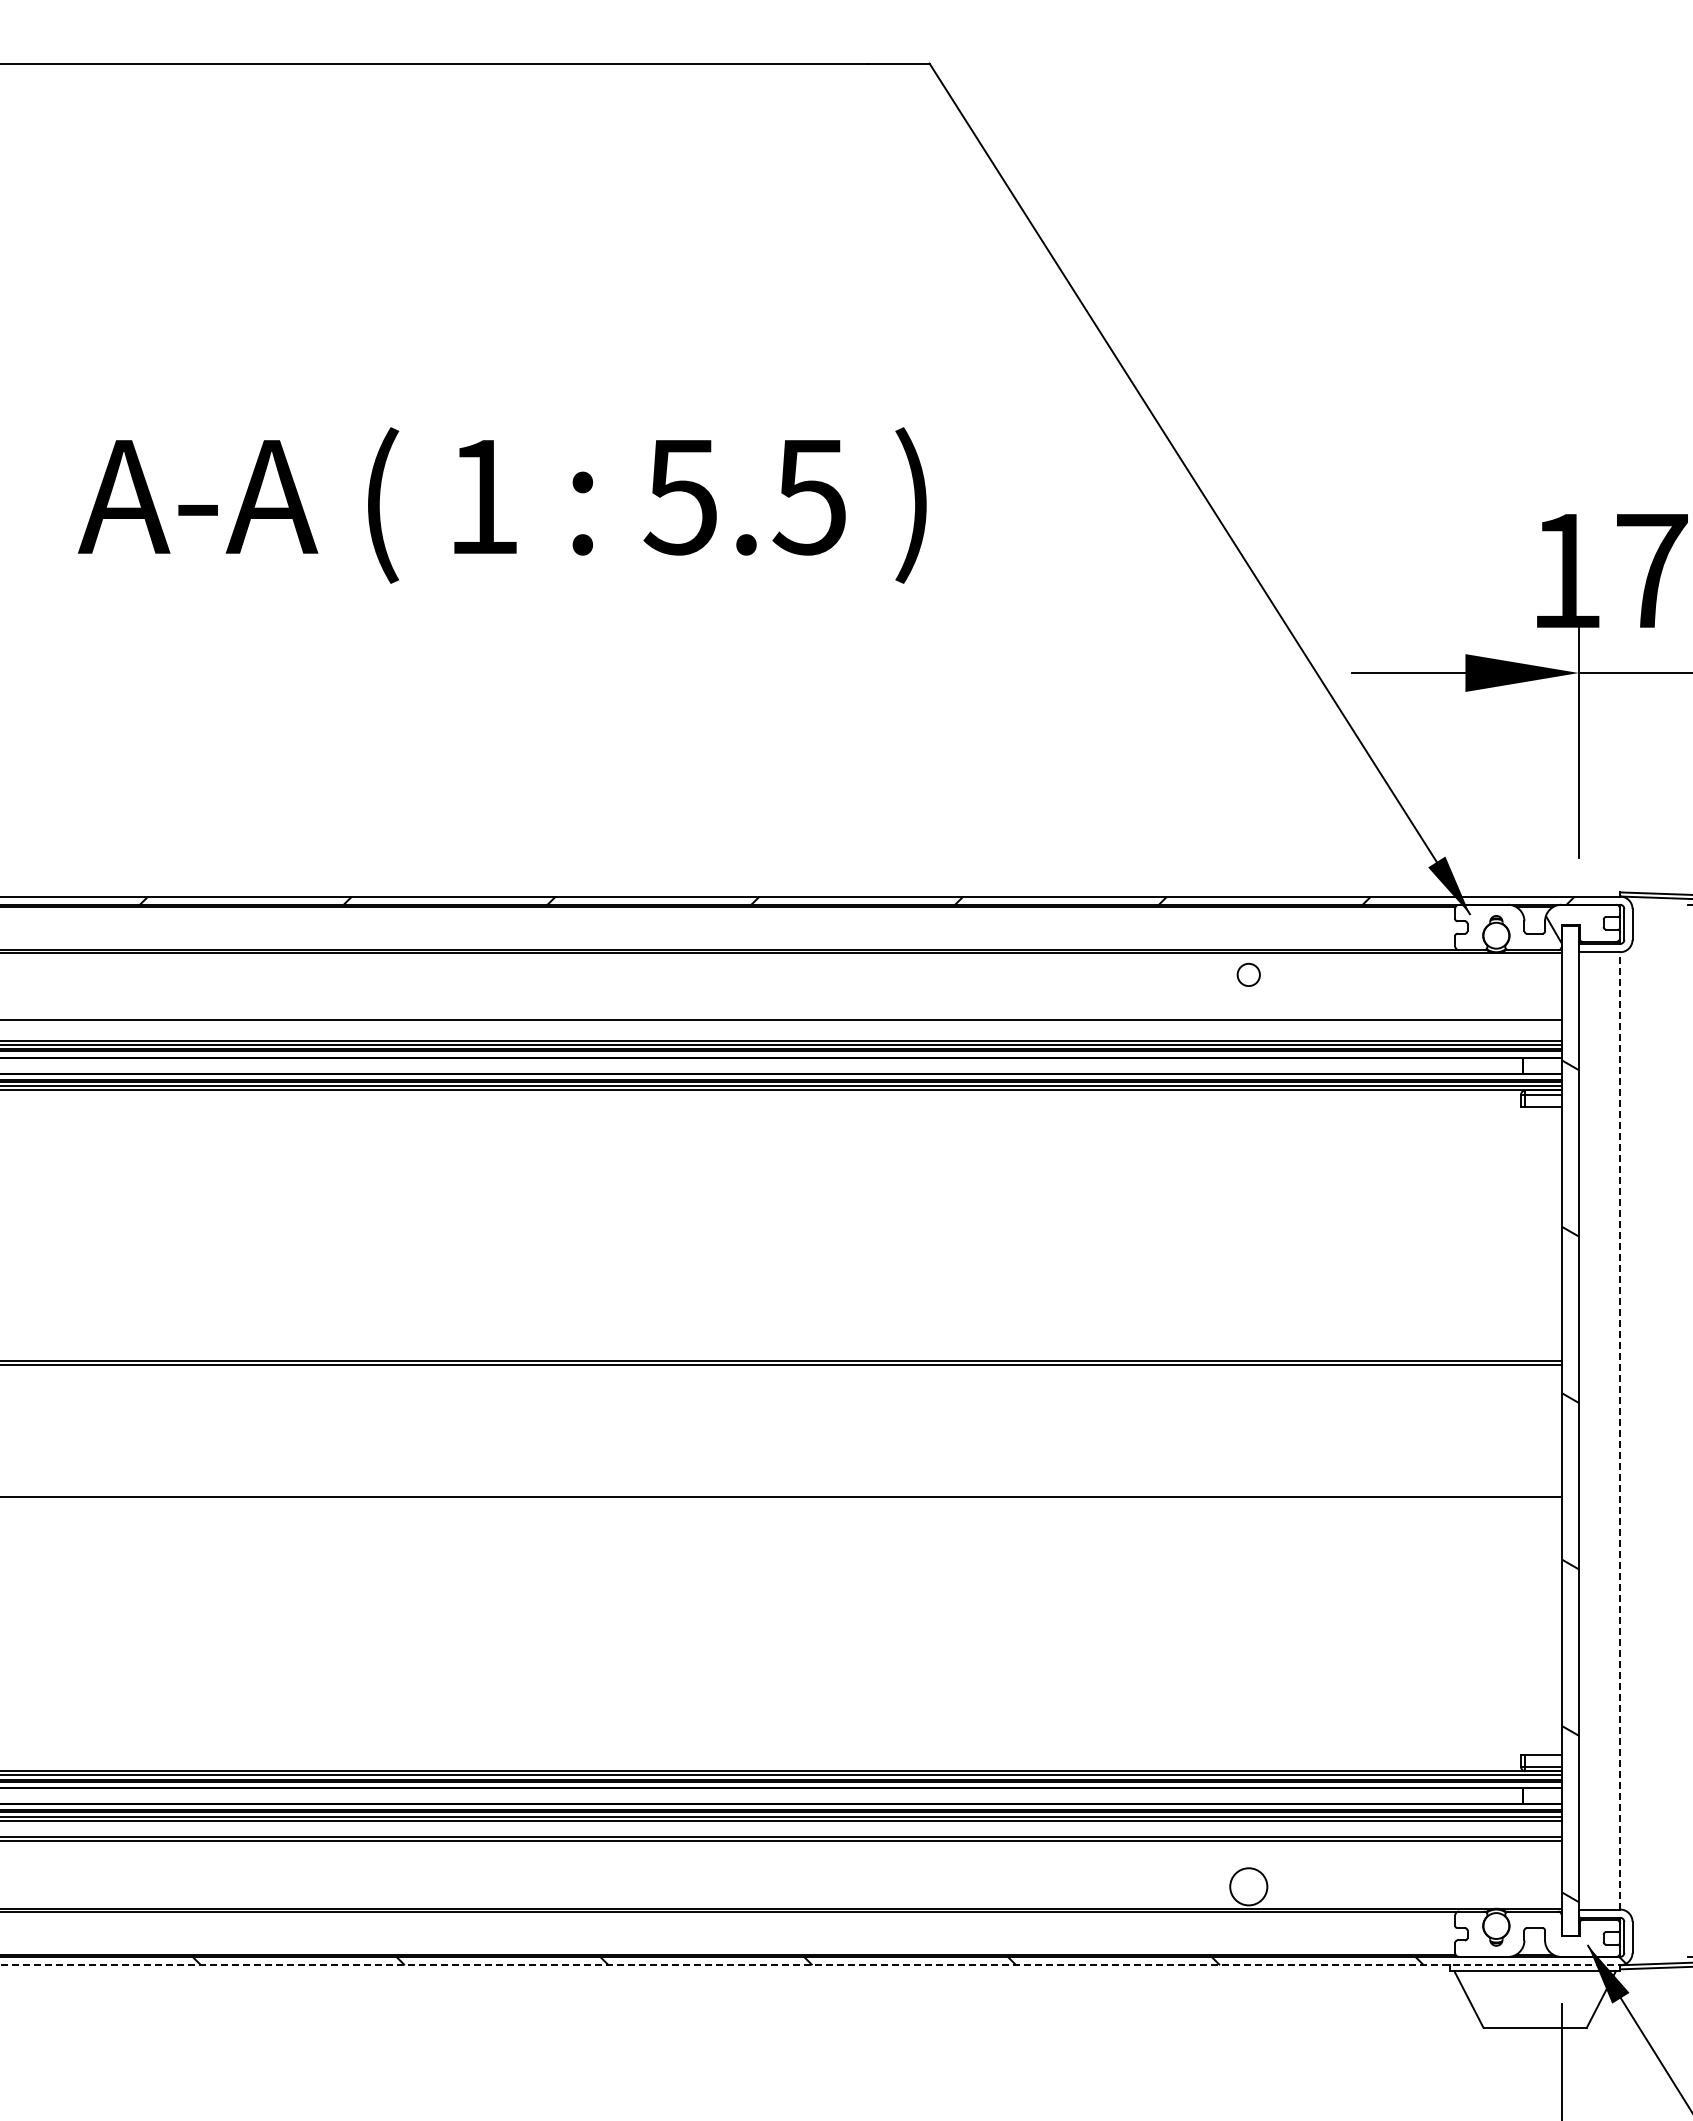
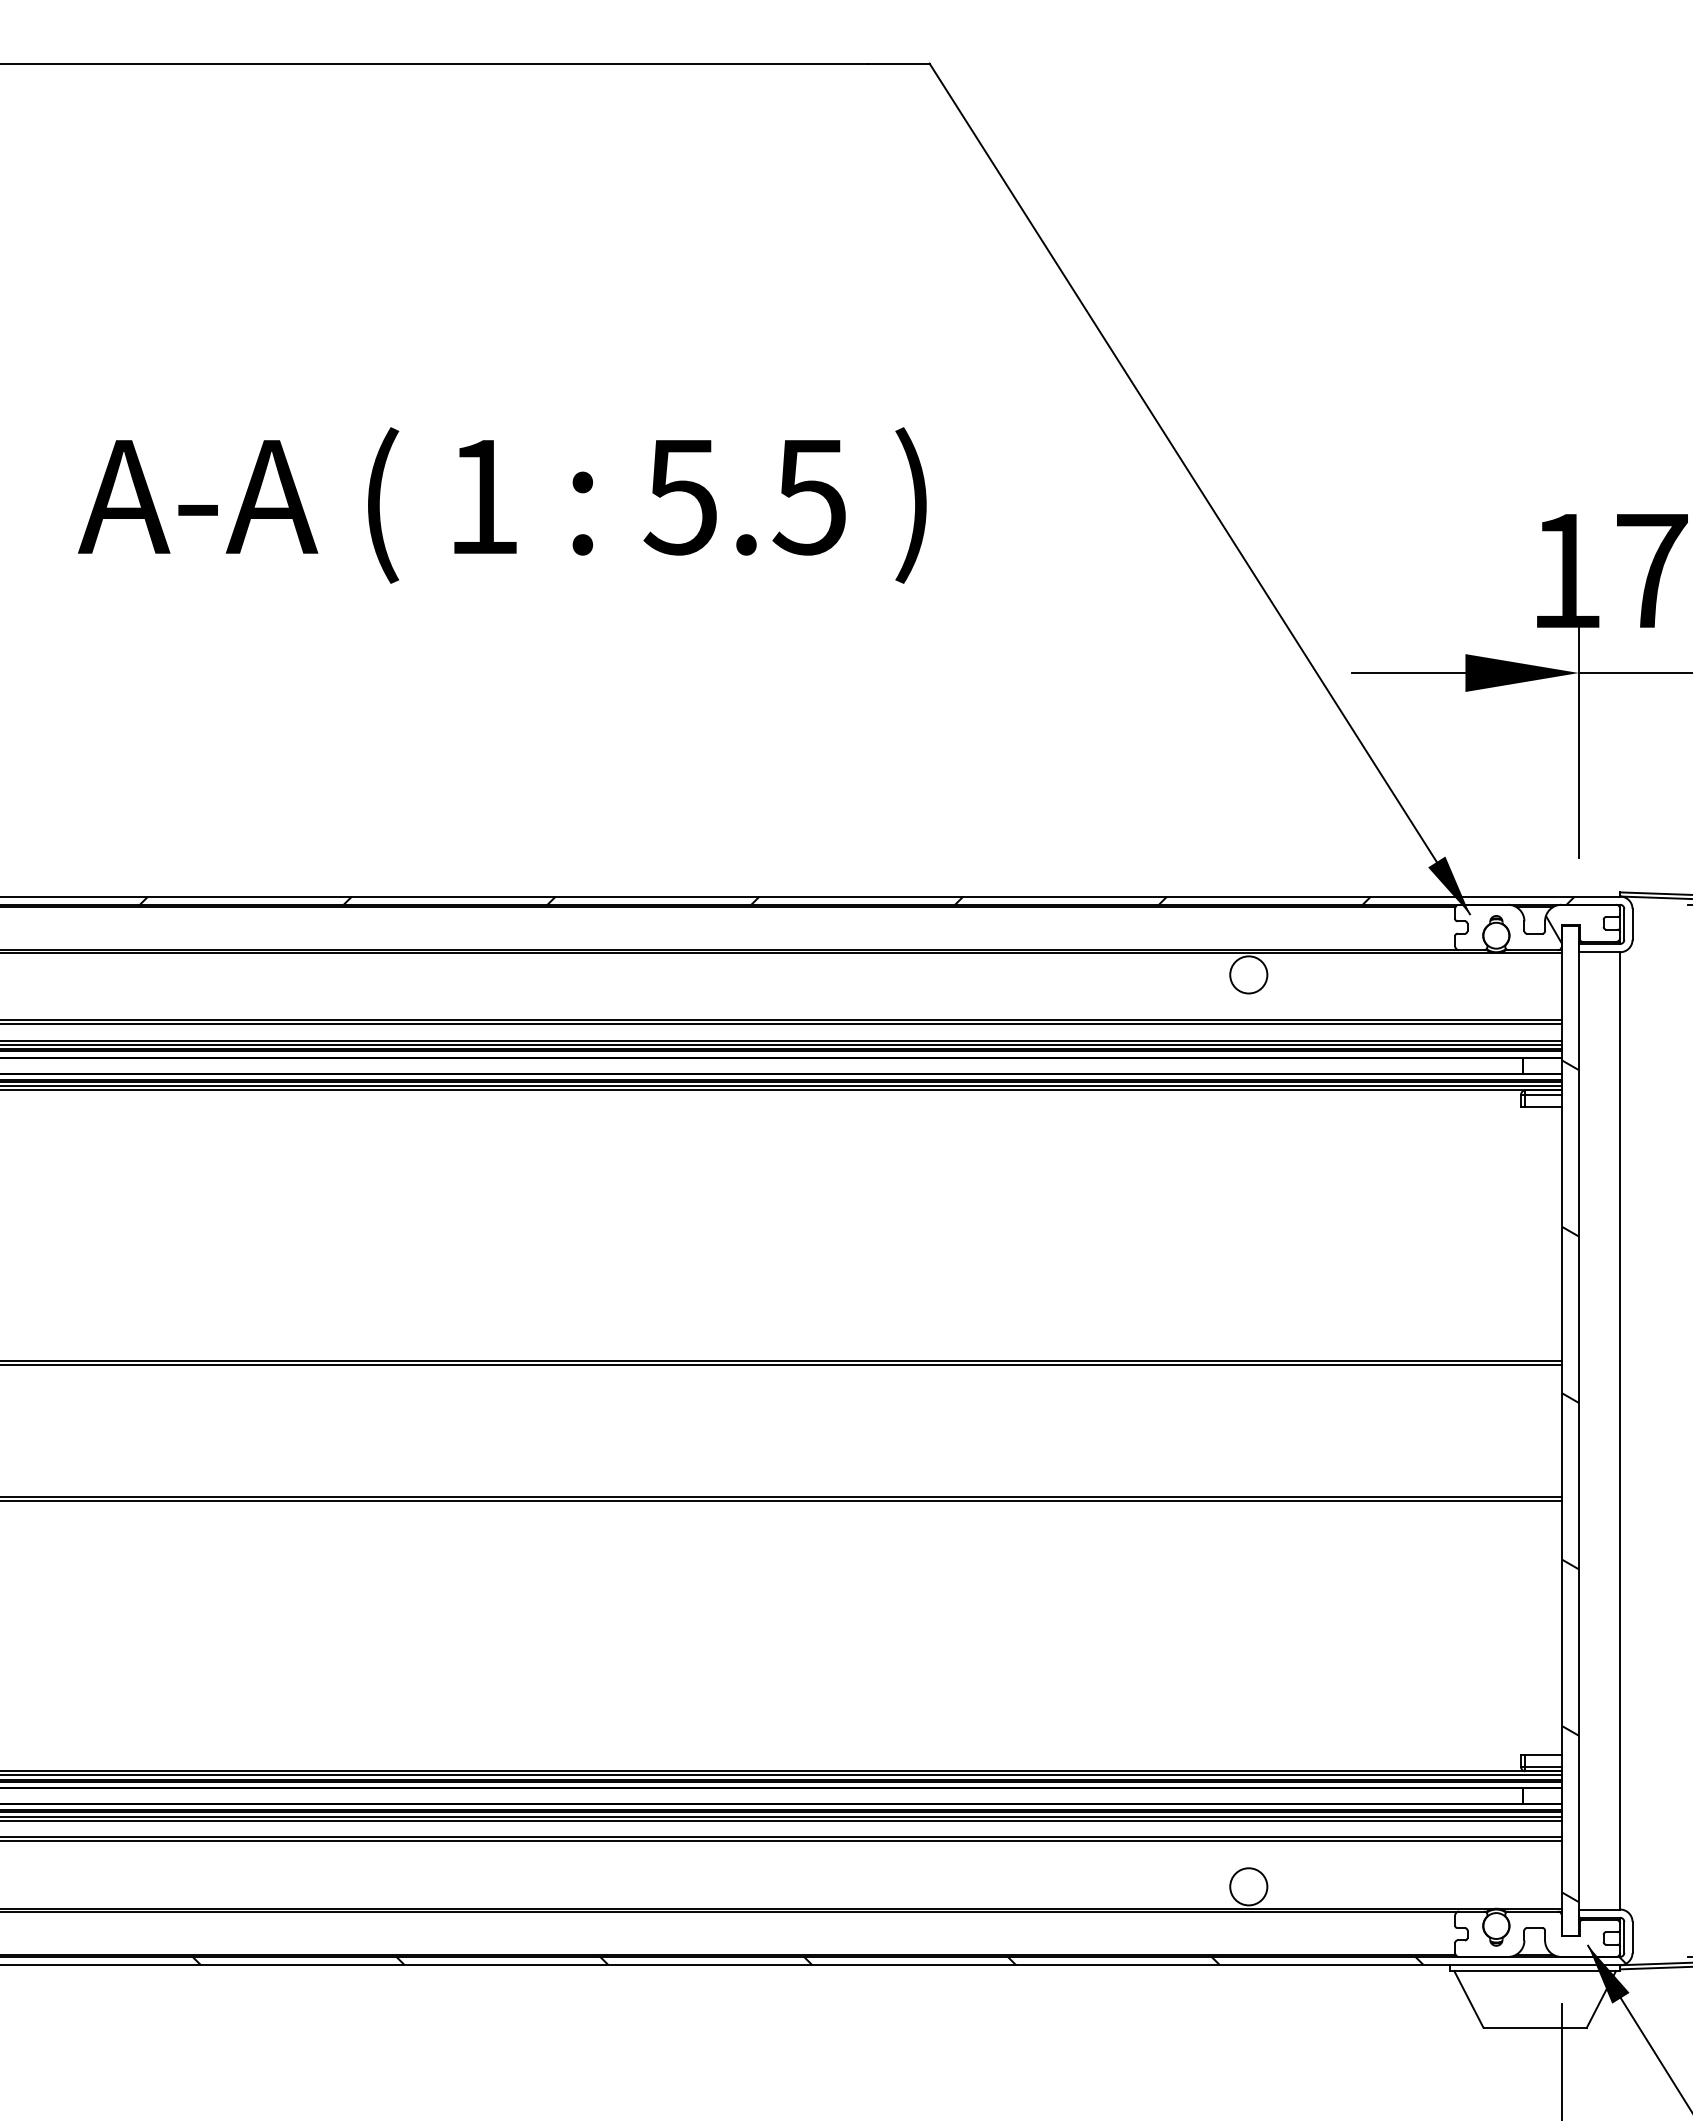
circle at (1248, 974) diameter: 22 px -> 37 px
line at (782, 1024): none -> present
line at (1620, 1430): dashed -> solid
line at (782, 1501): none -> present
line at (810, 1965): dashed -> solid
